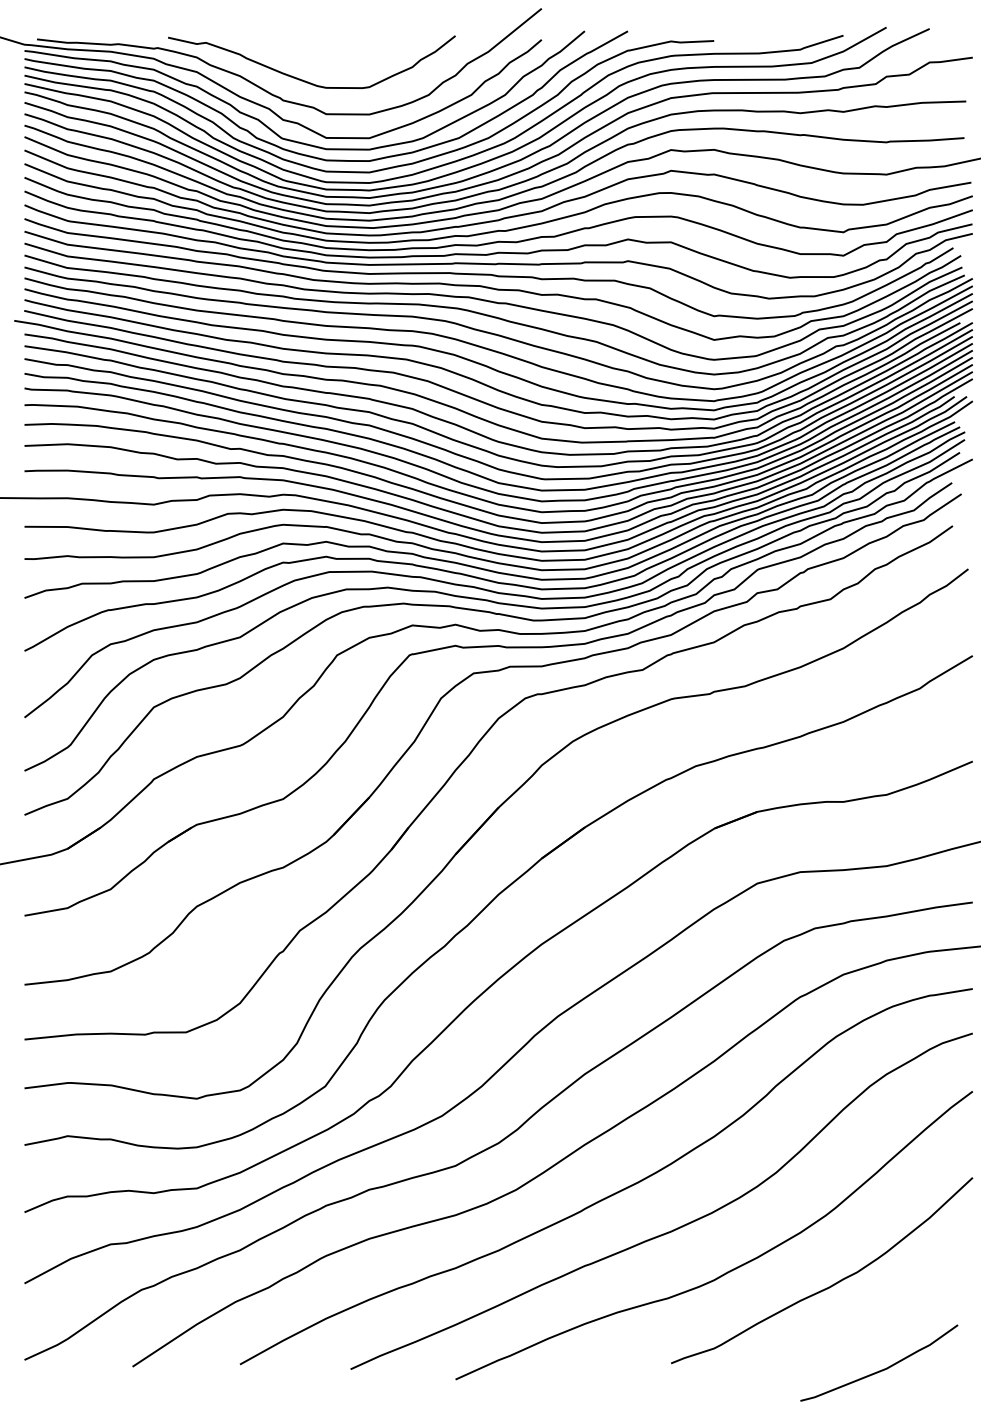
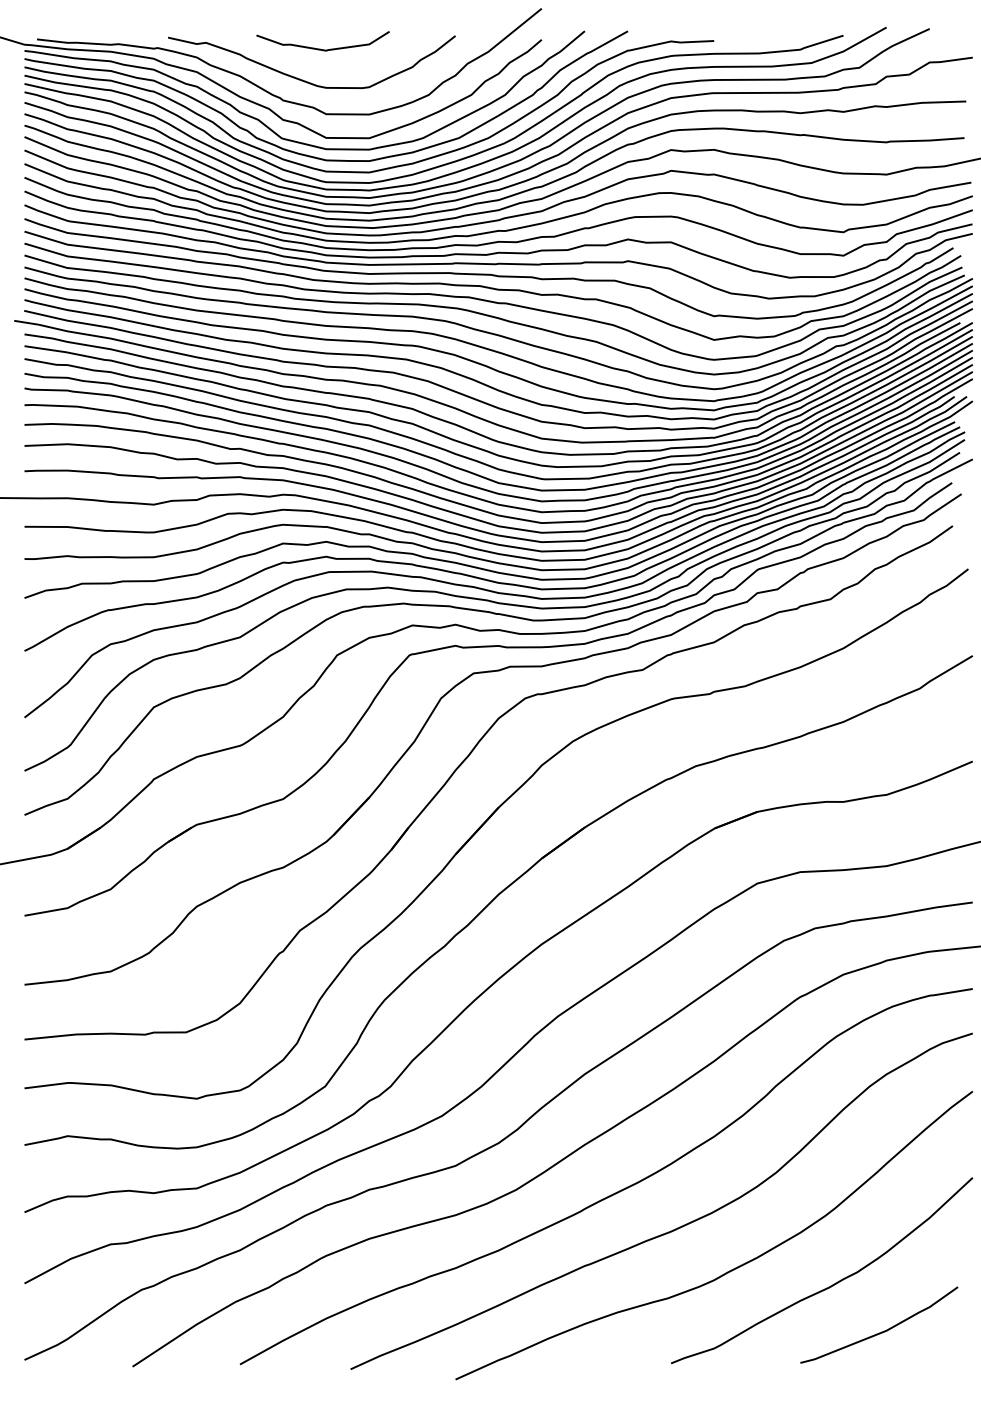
curve at (320, 48): none -> present
curve at (881, 1369) position: (881, 1369) -> (881, 1331)
